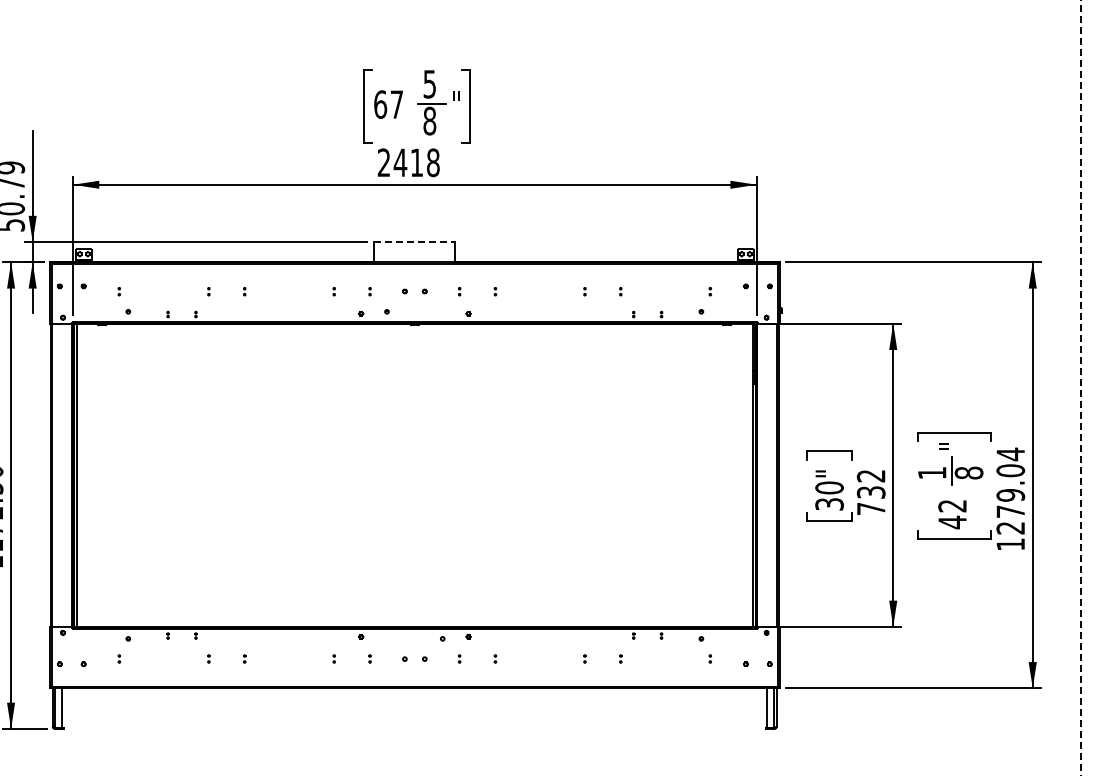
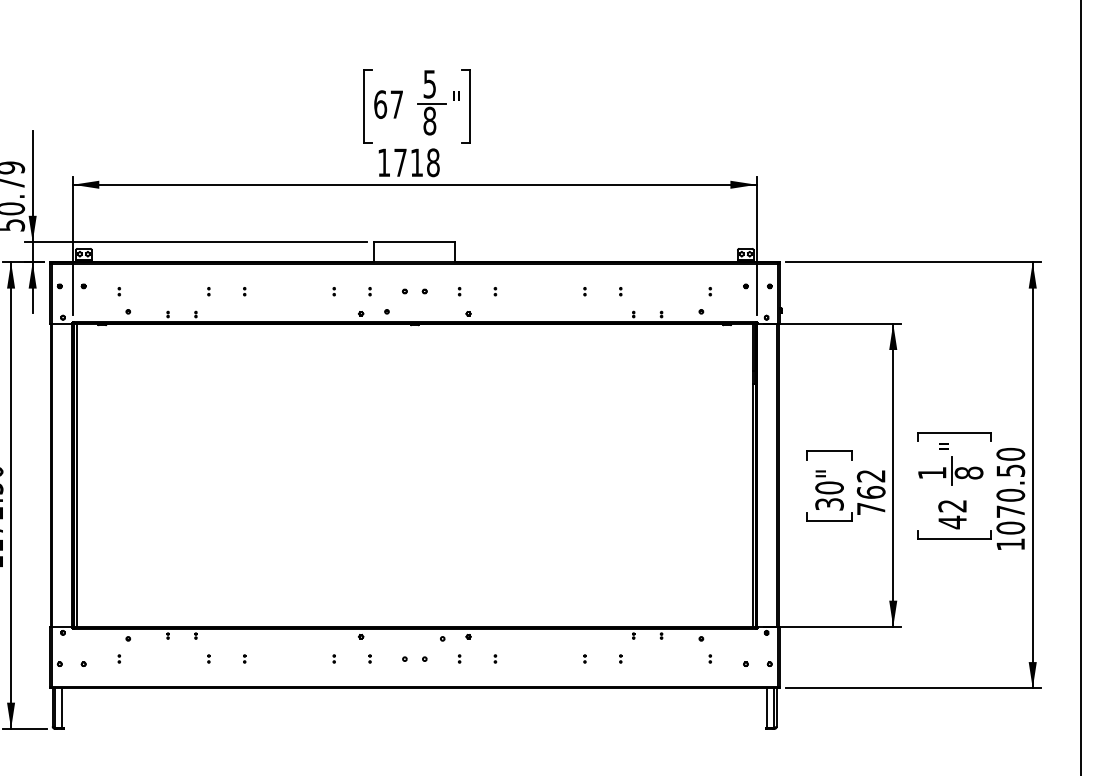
text at (392, 162): 2418 -> 1718
line at (415, 242): dashed -> solid
line at (1080, 387): dashed -> solid
text at (1010, 490): 1279.04 -> 1070.50
text at (870, 492): 732 -> 762
